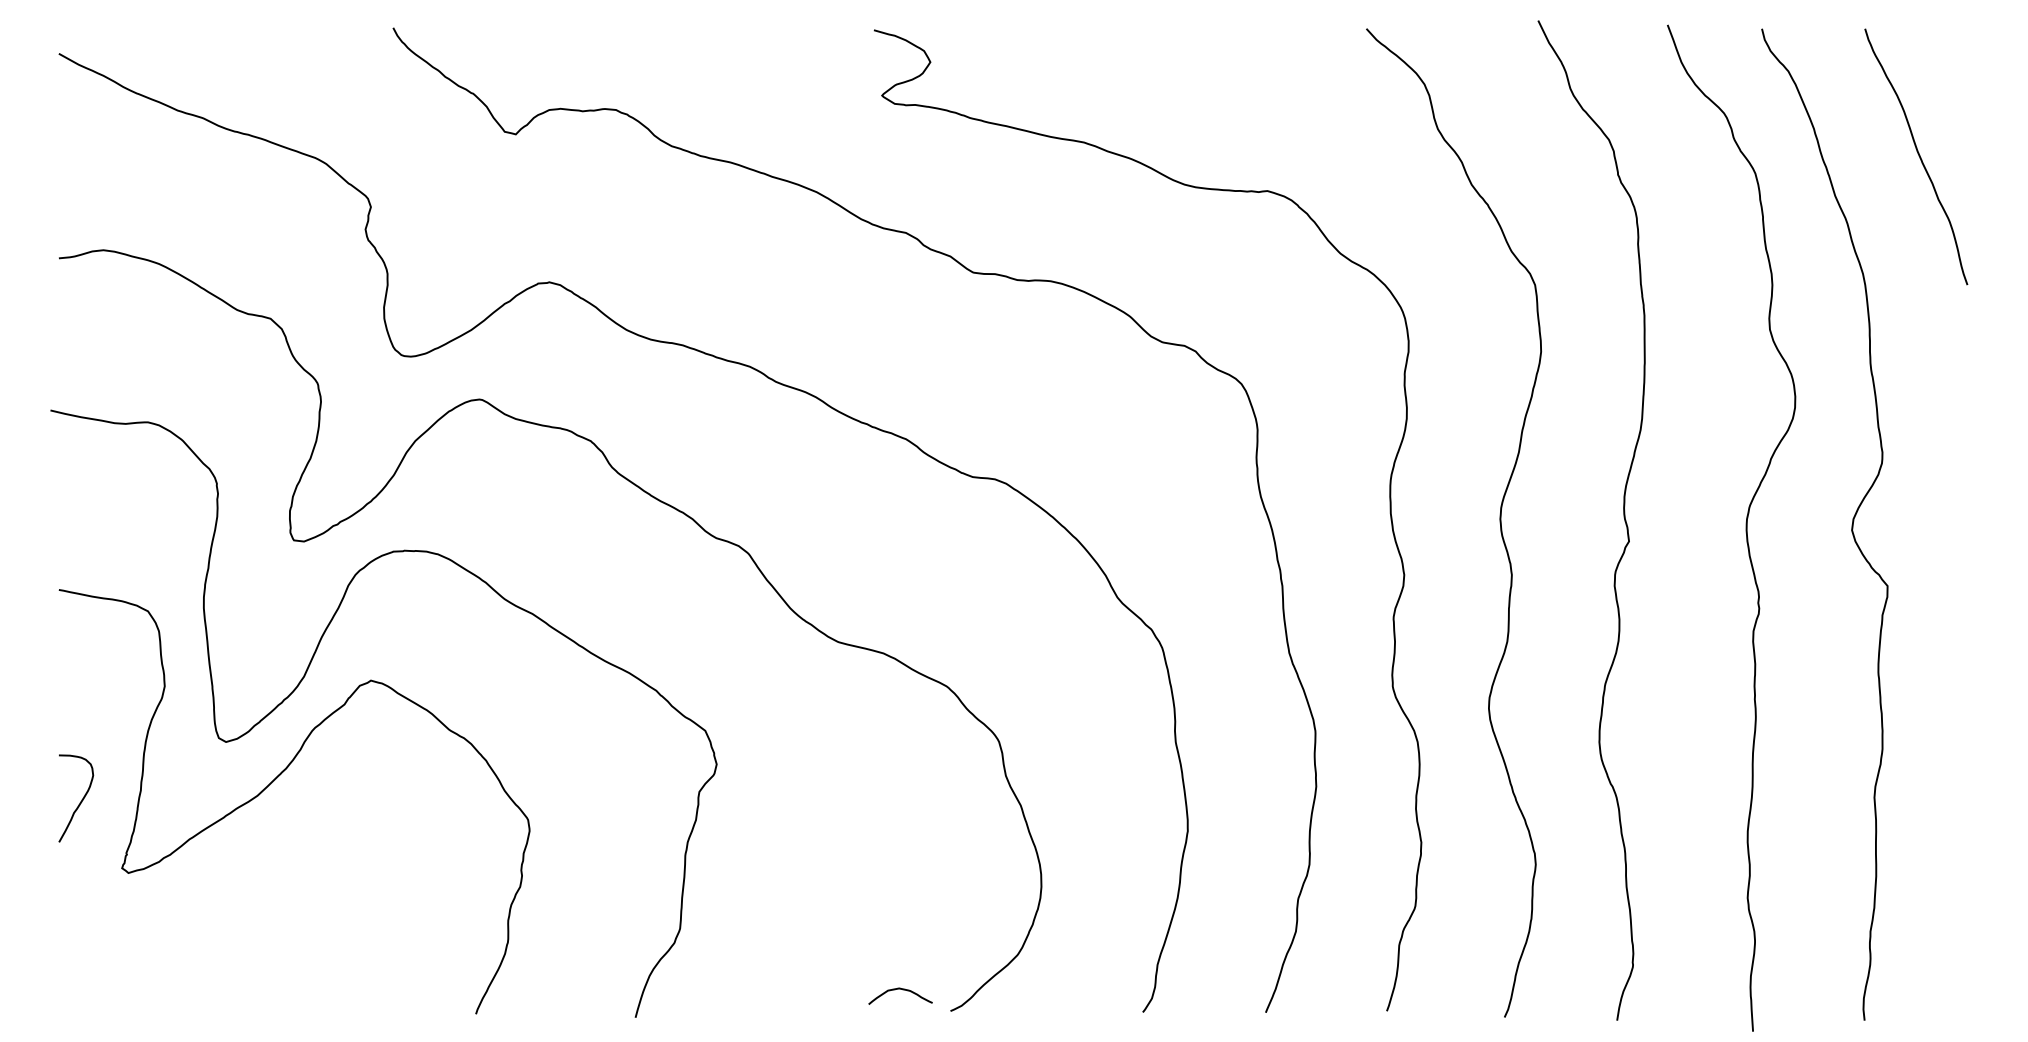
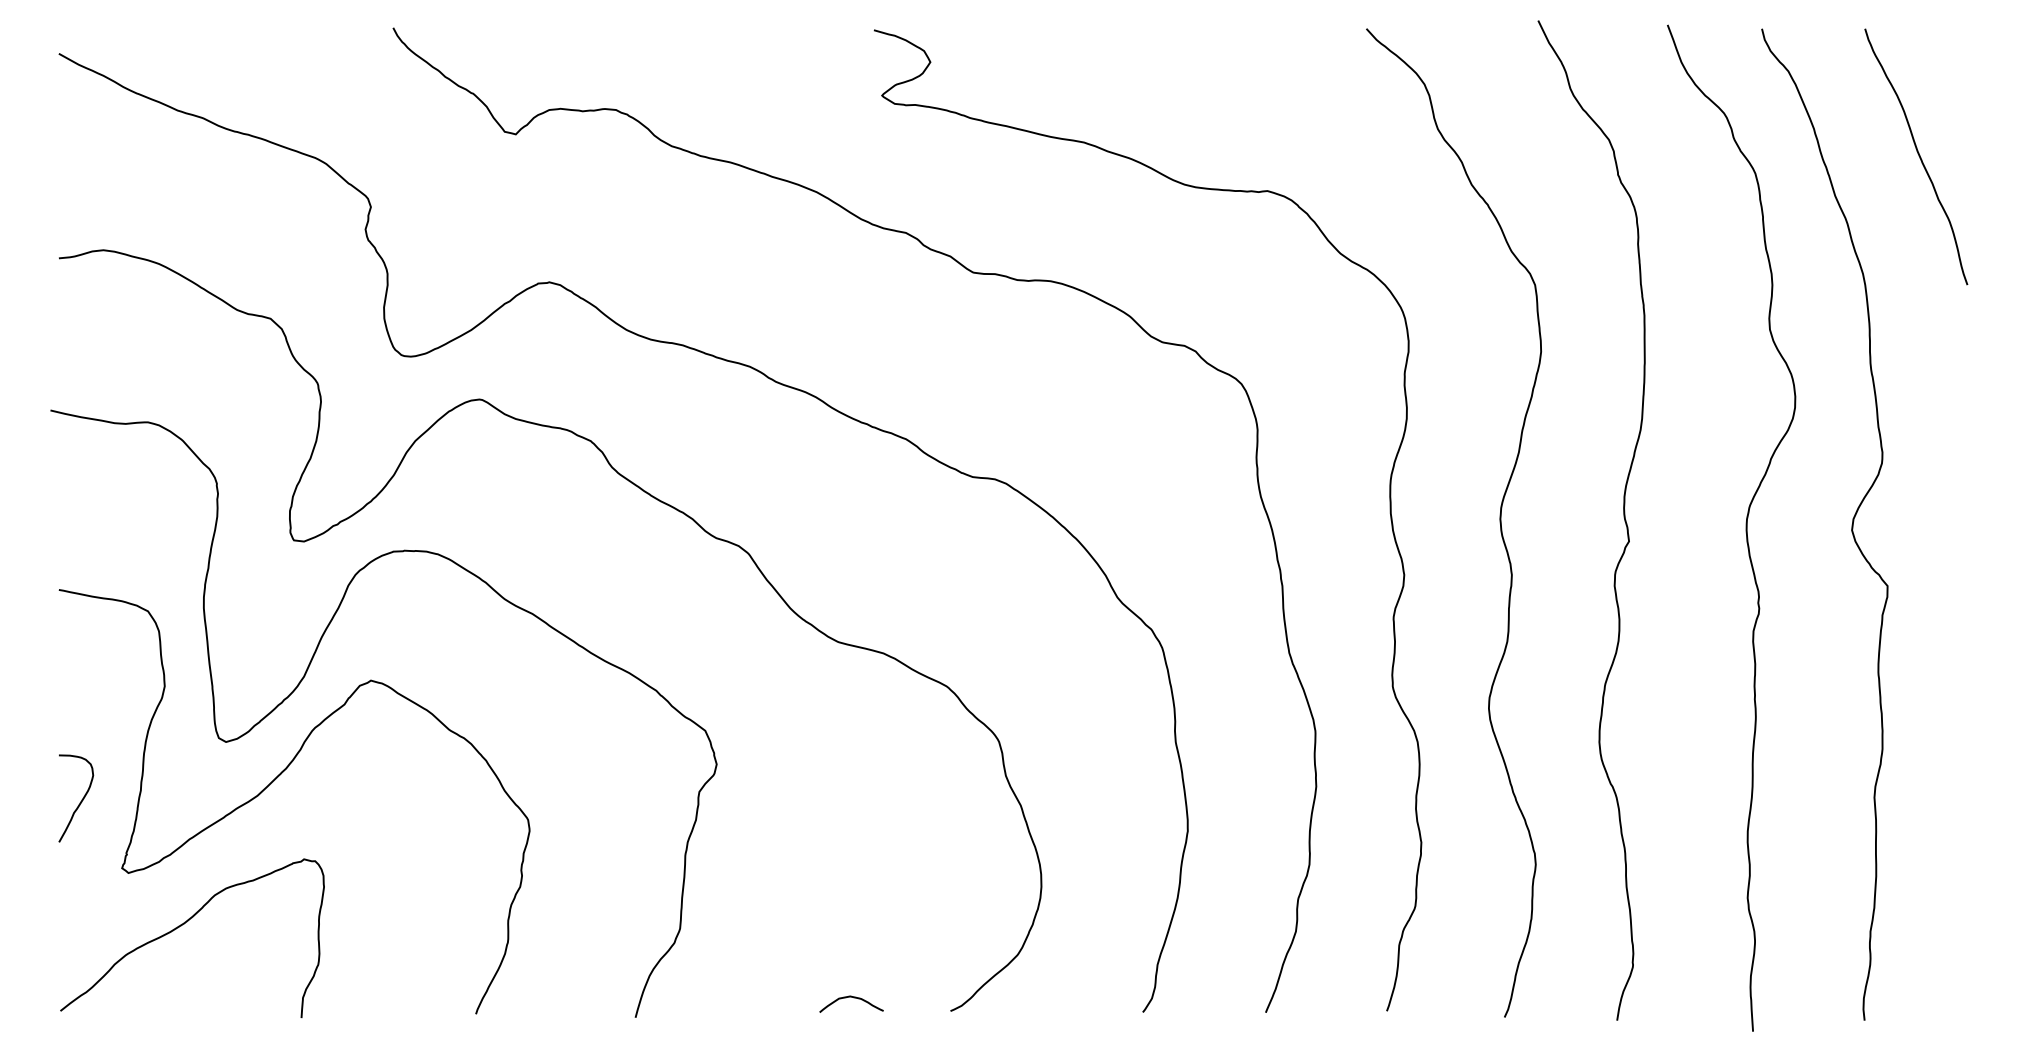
curve at (184, 924): none -> present
curve at (902, 990) position: (902, 990) -> (853, 998)
